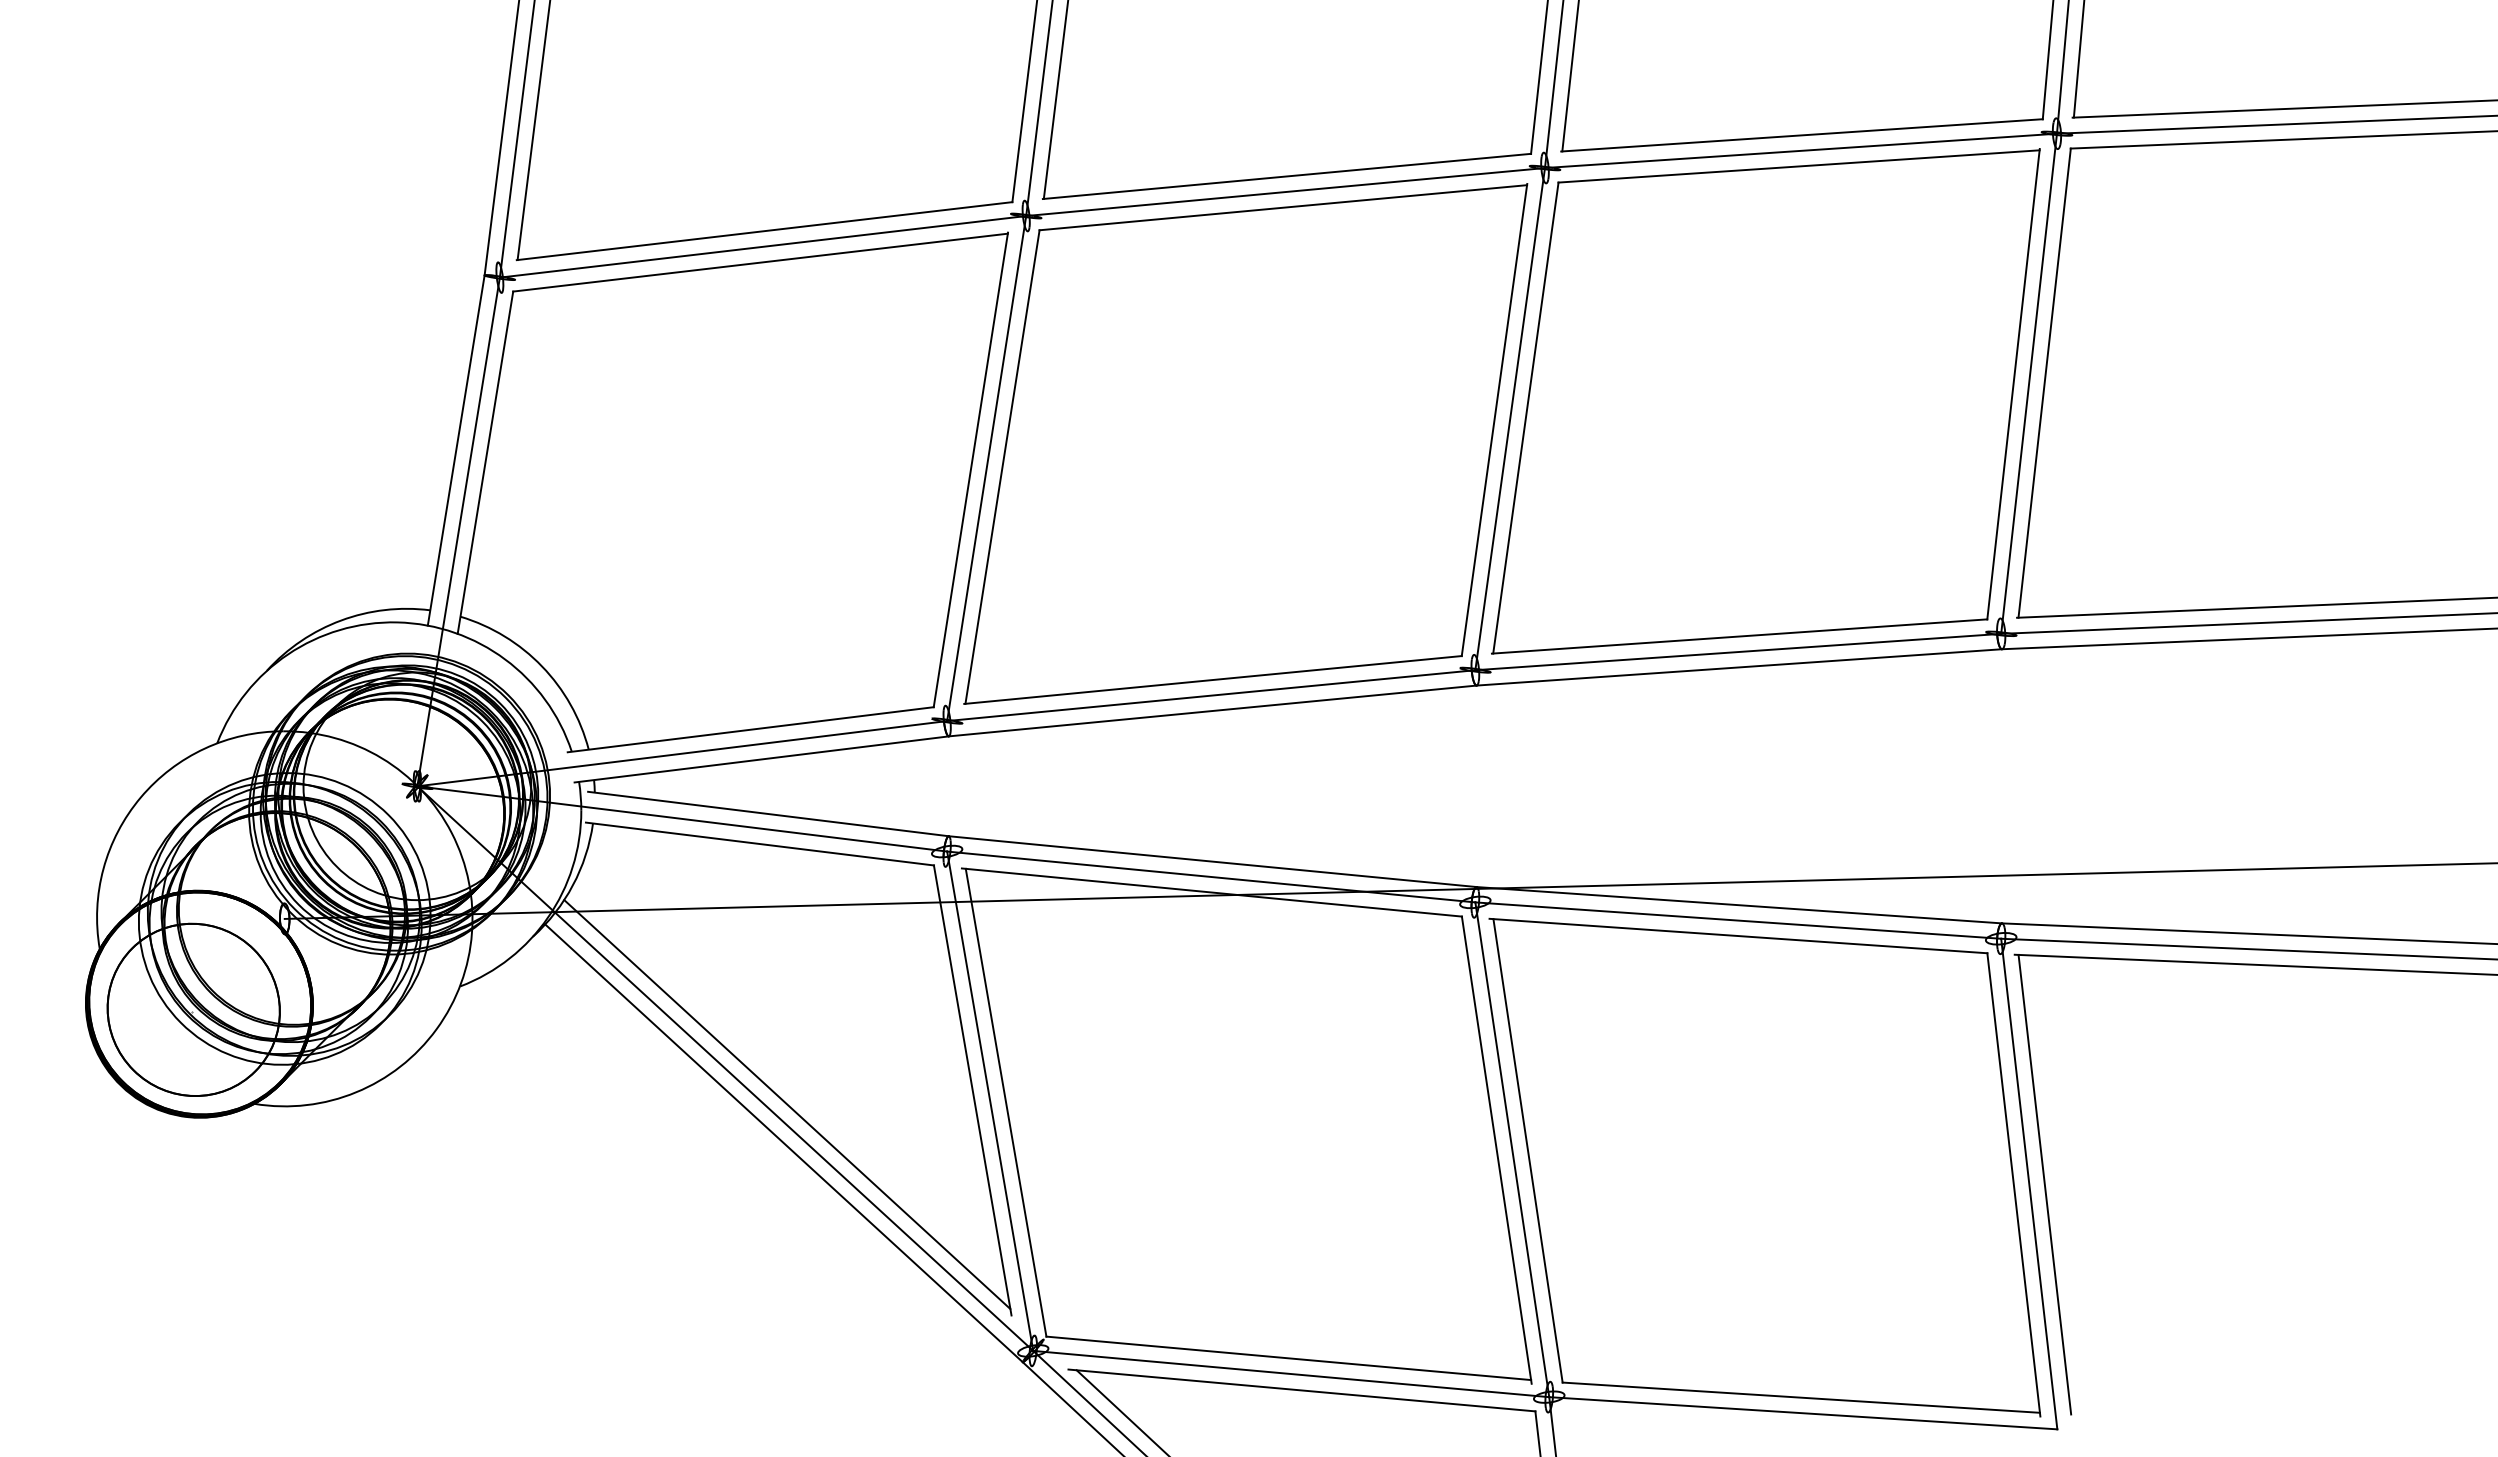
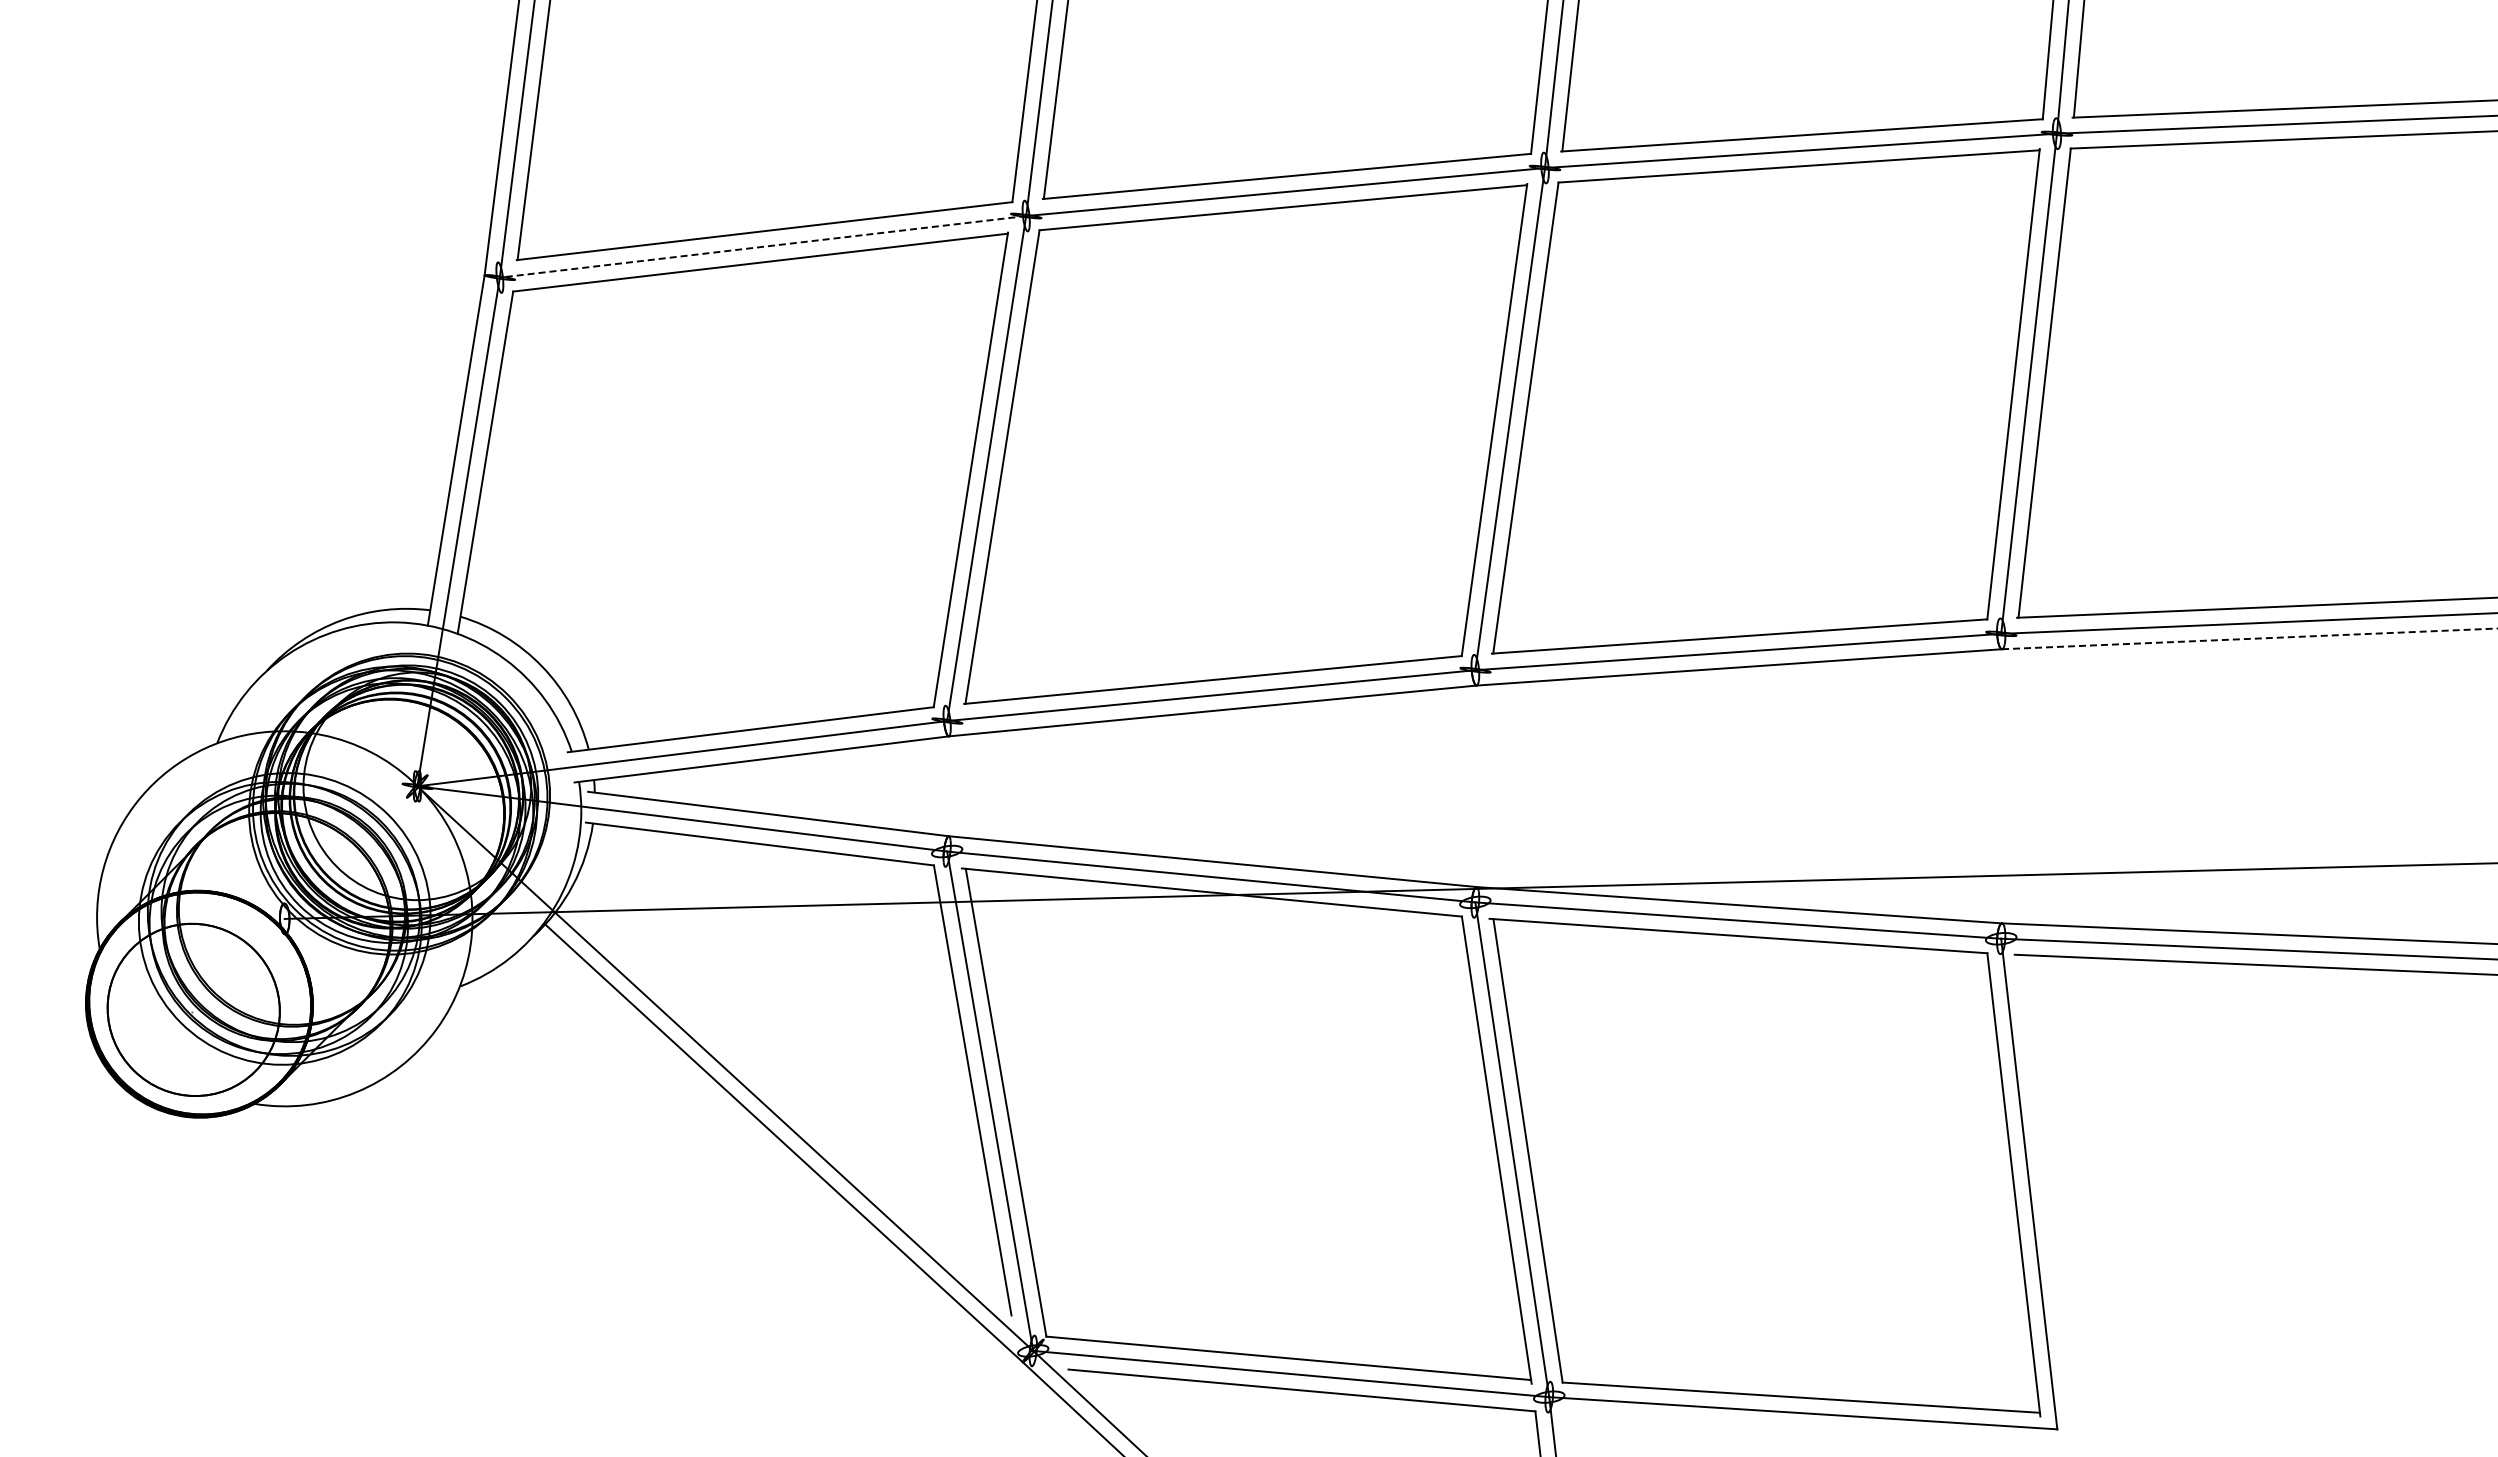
line at (763, 246): solid -> dashed
line at (2249, 638): solid -> dashed
line at (787, 1104): present -> none
line at (2044, 1184): present -> none
line at (1121, 1411): present -> none
